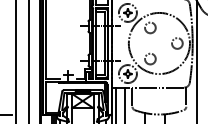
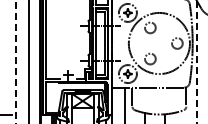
line at (15, 62): solid -> dashed
line at (197, 62): solid -> dashed
line at (116, 103): present -> none
